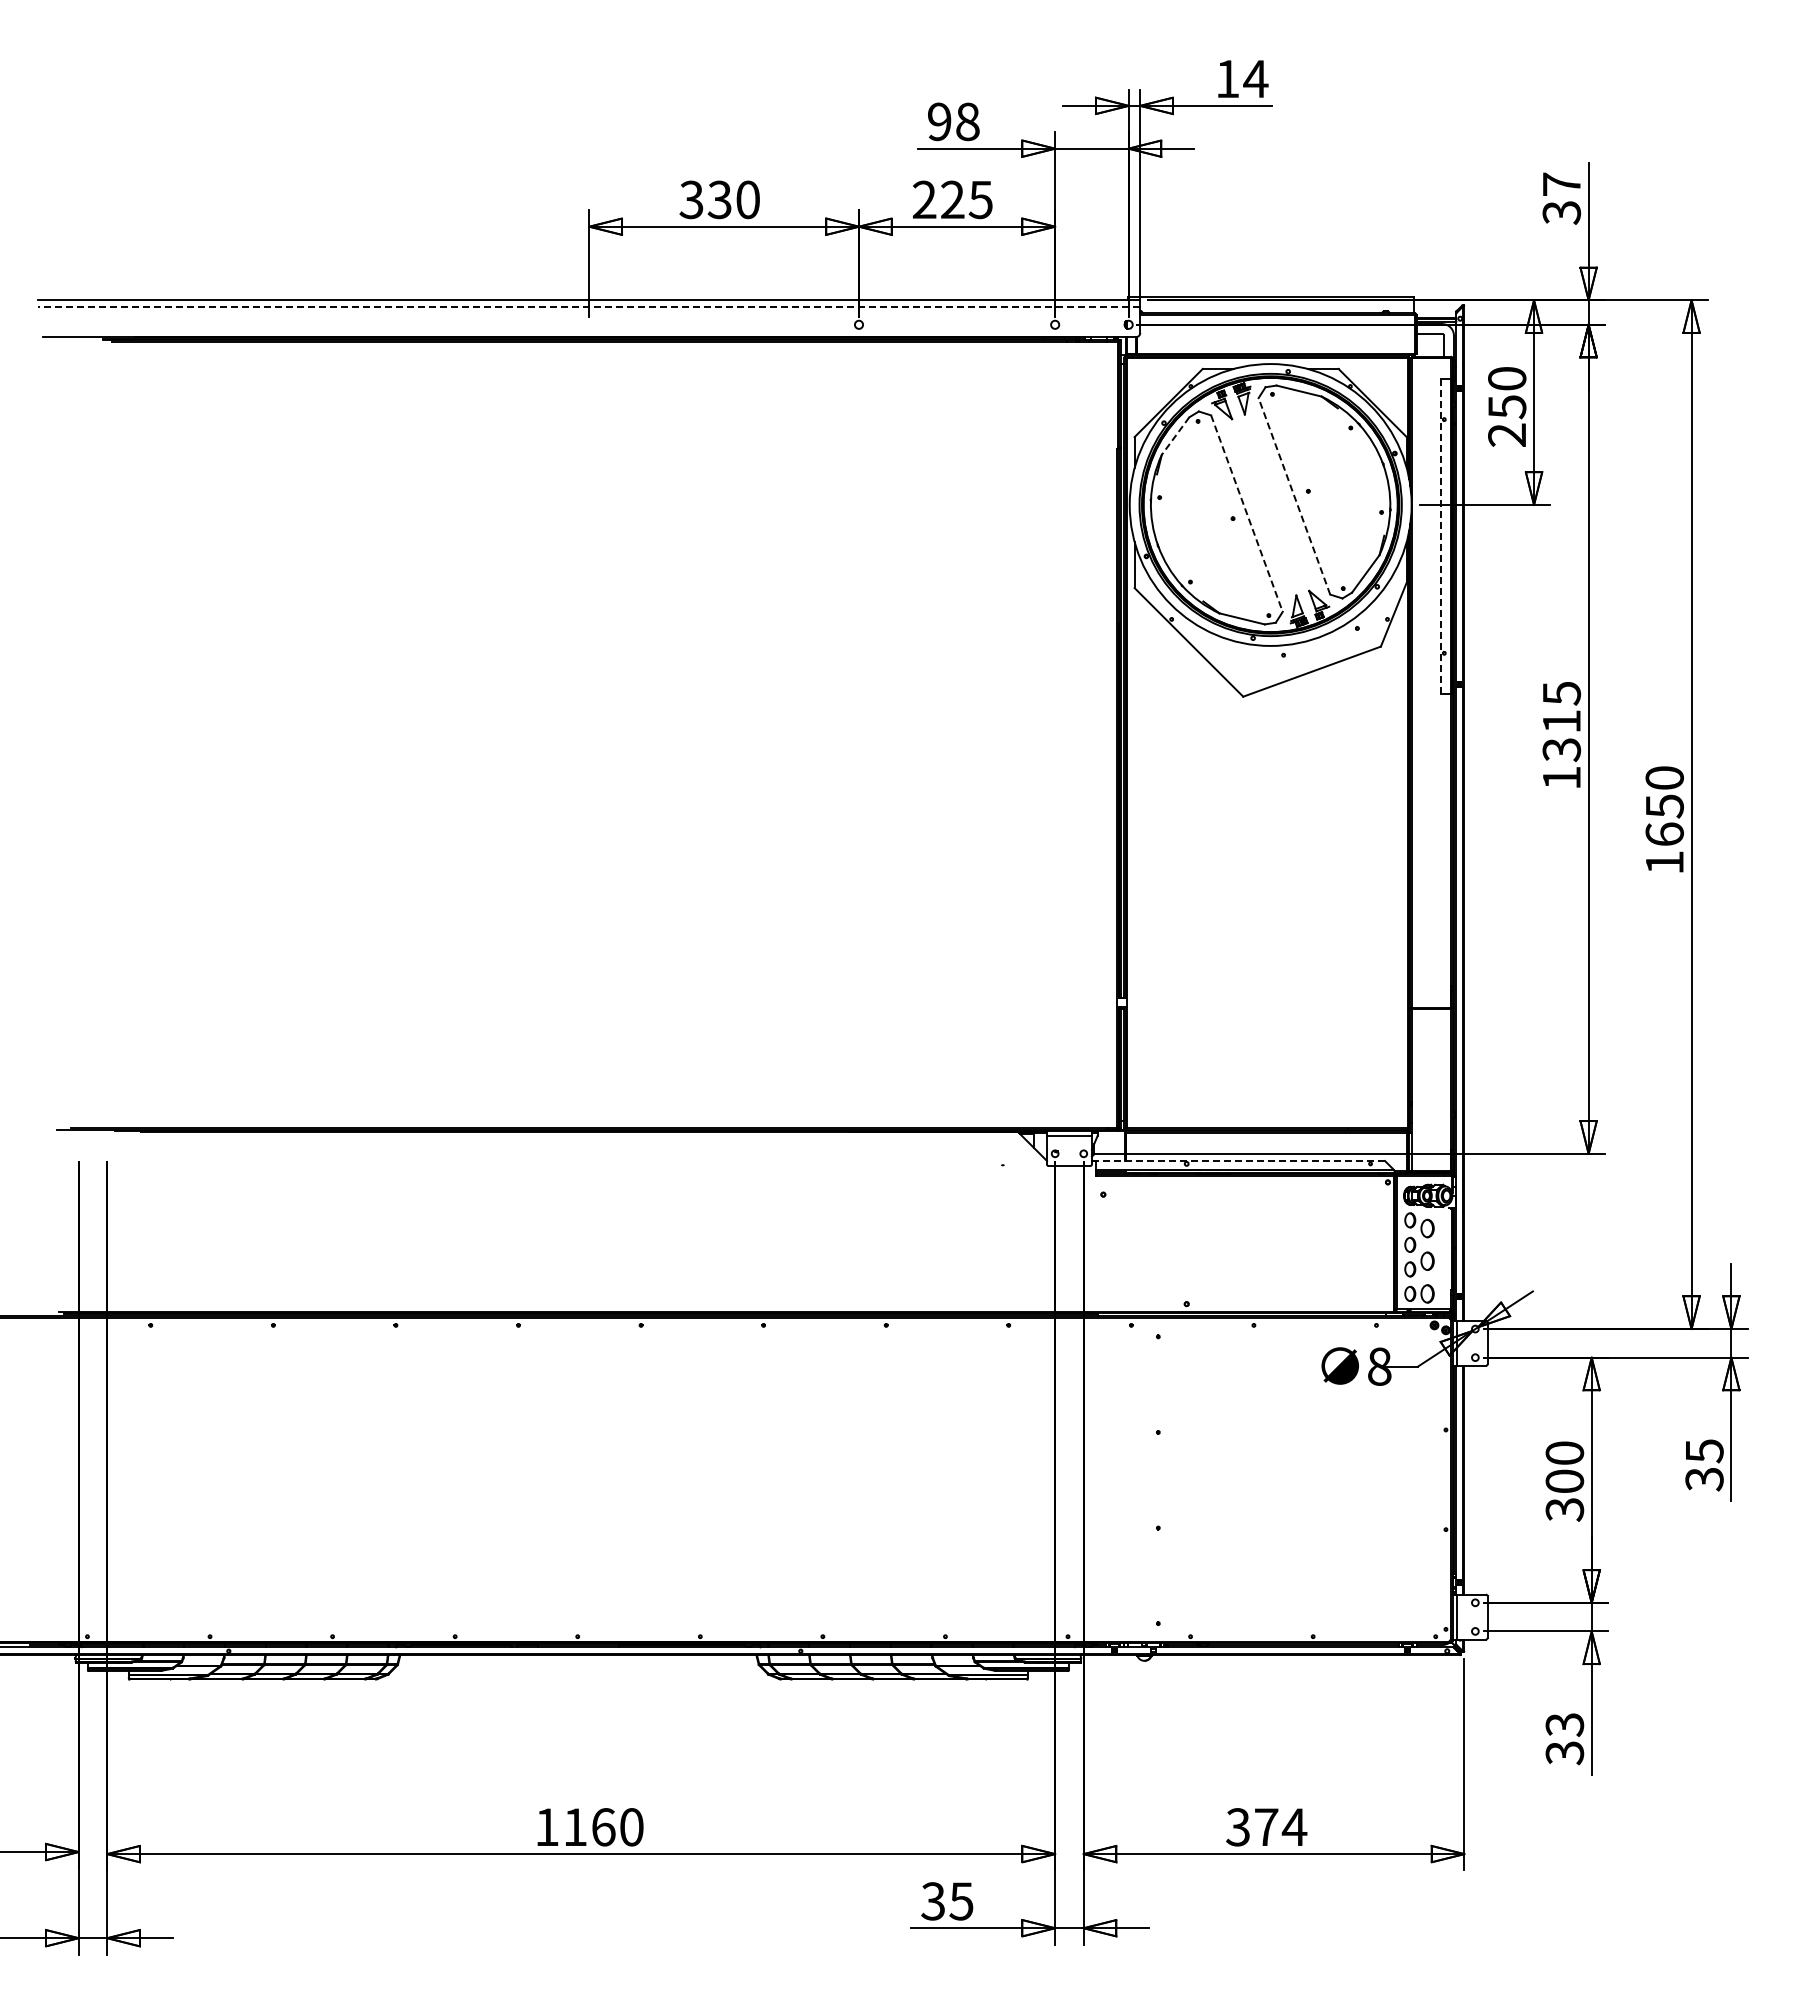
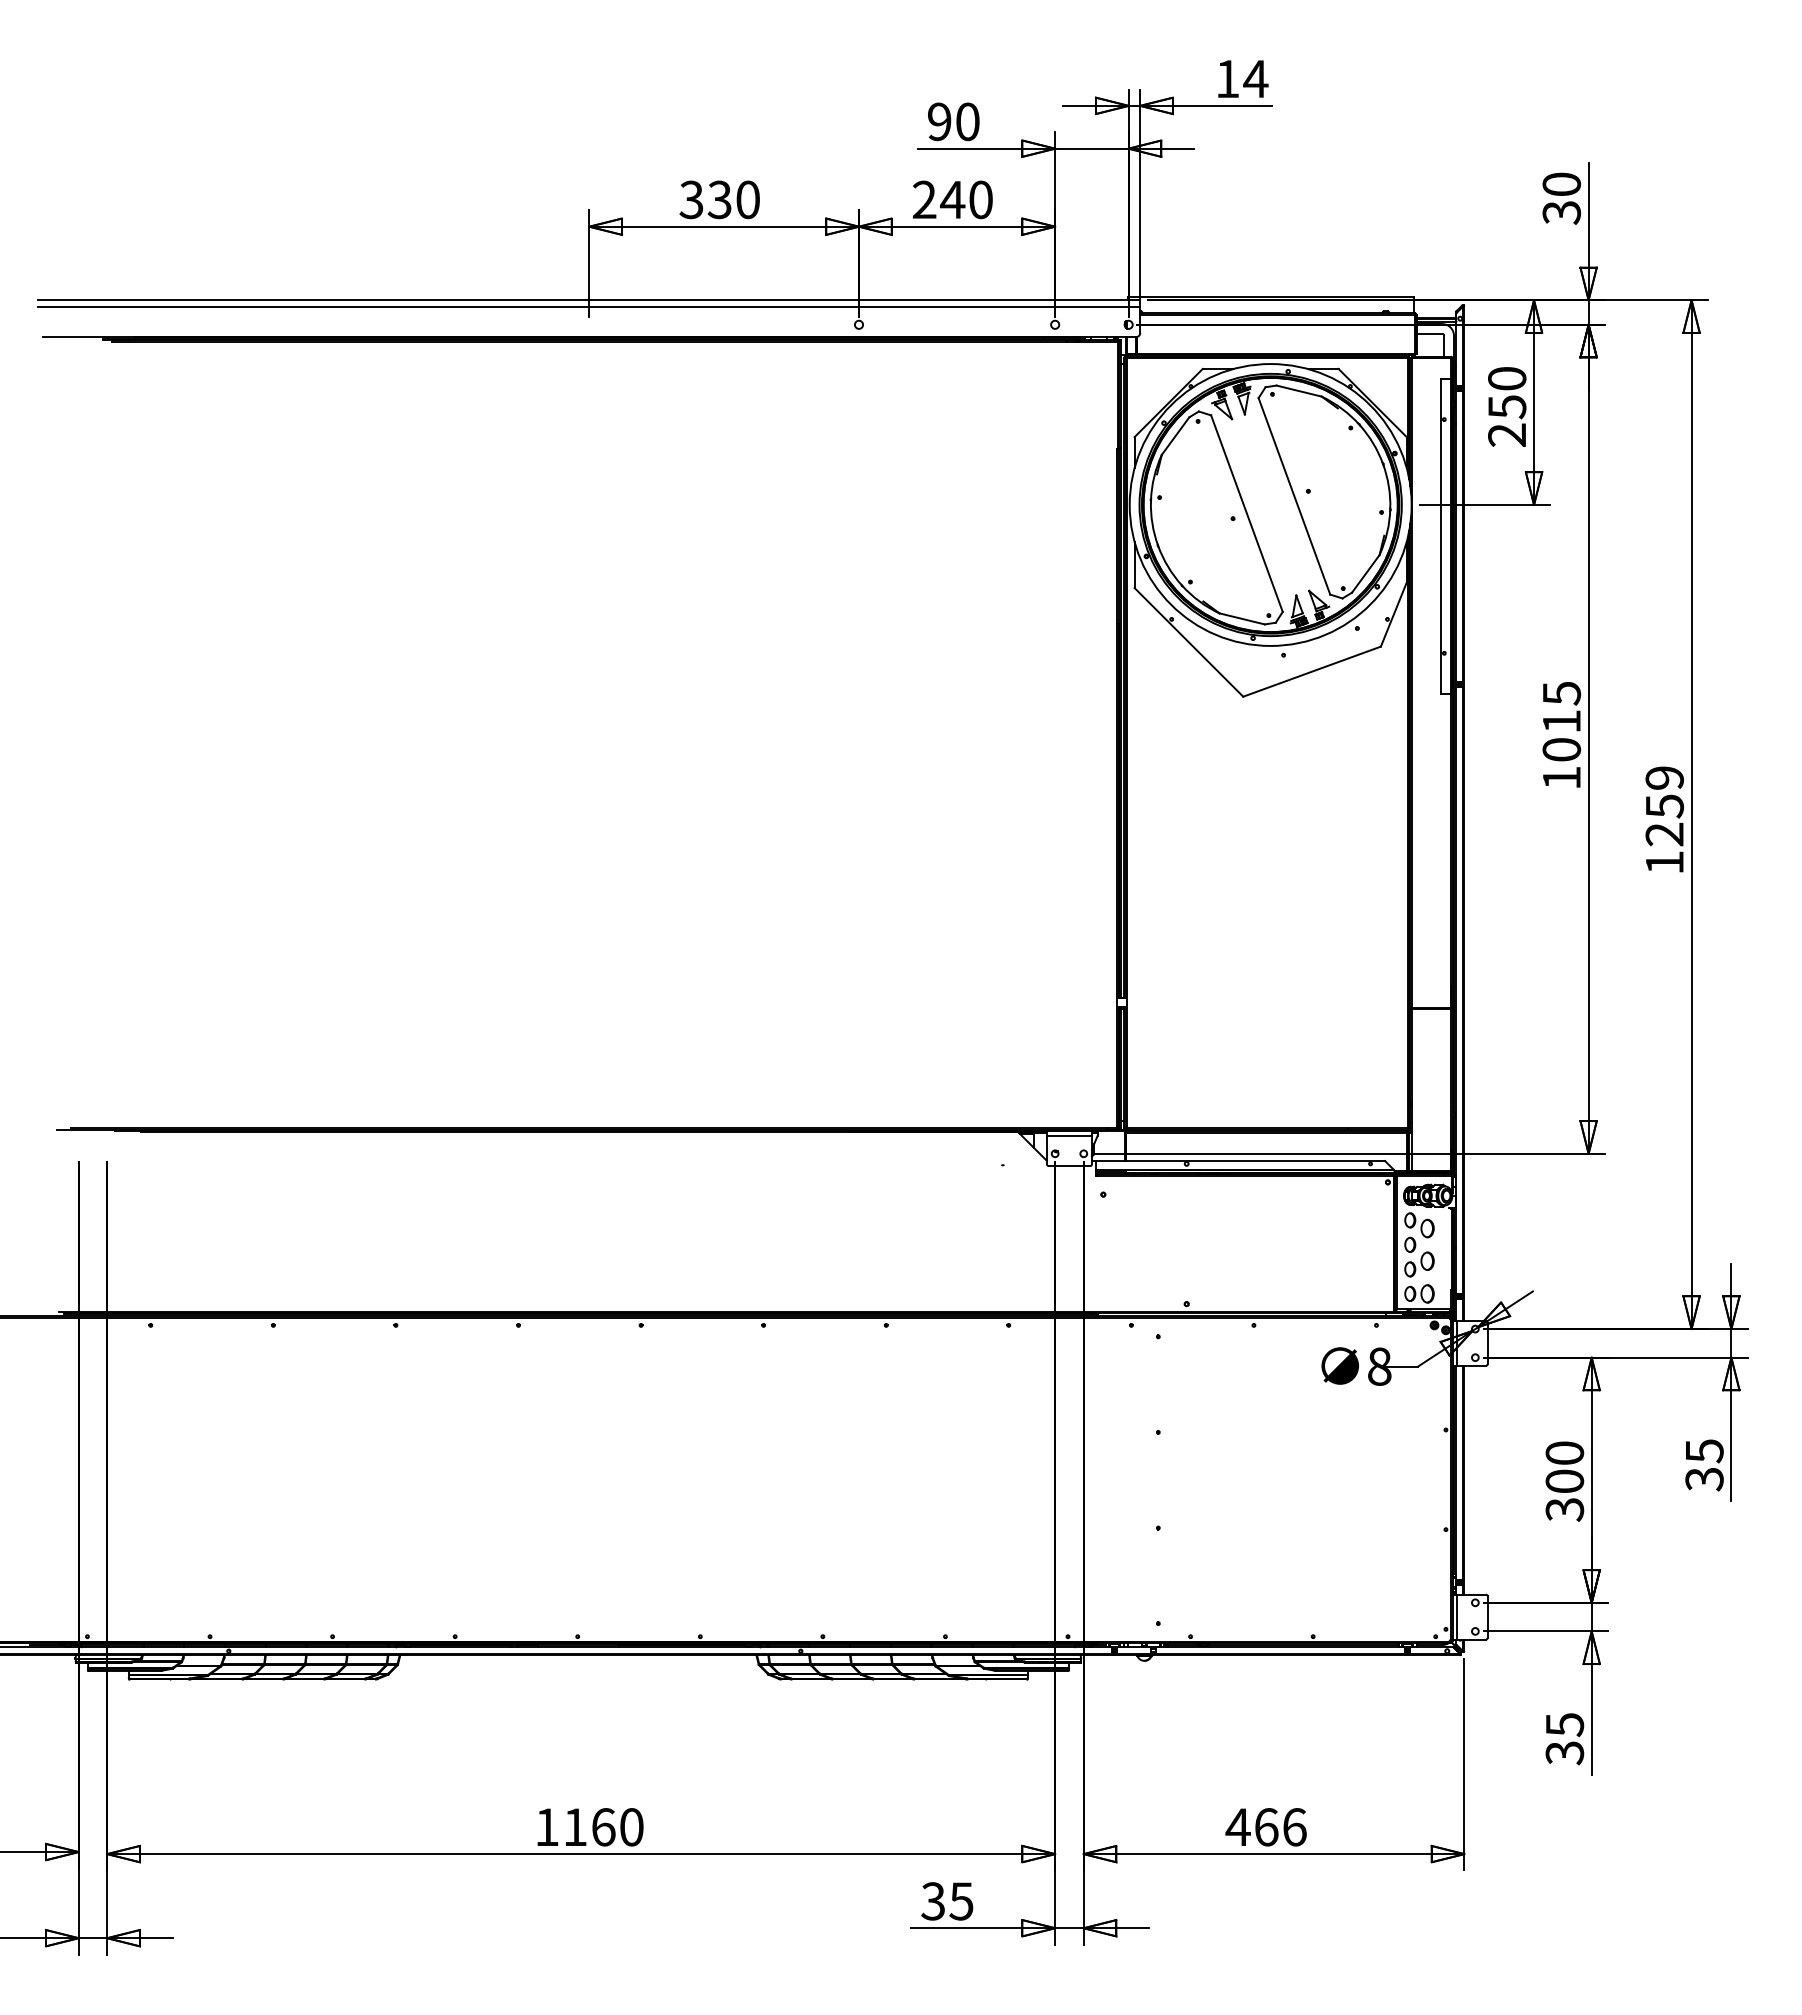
text at (967, 121): 98 -> 90
text at (1561, 183): 37 -> 30
text at (965, 199): 225 -> 240
line at (589, 306): dashed -> solid
line at (1175, 436): dashed -> solid
line at (1294, 496): dashed -> solid
line at (1246, 513): dashed -> solid
line at (1441, 536): dashed -> solid
text at (1561, 750): 1315 -> 1015
text at (1664, 806): 1650 -> 1259
line at (1238, 1161): dashed -> solid
text at (1564, 1725): 33 -> 35
text at (1266, 1827): 374 -> 466
